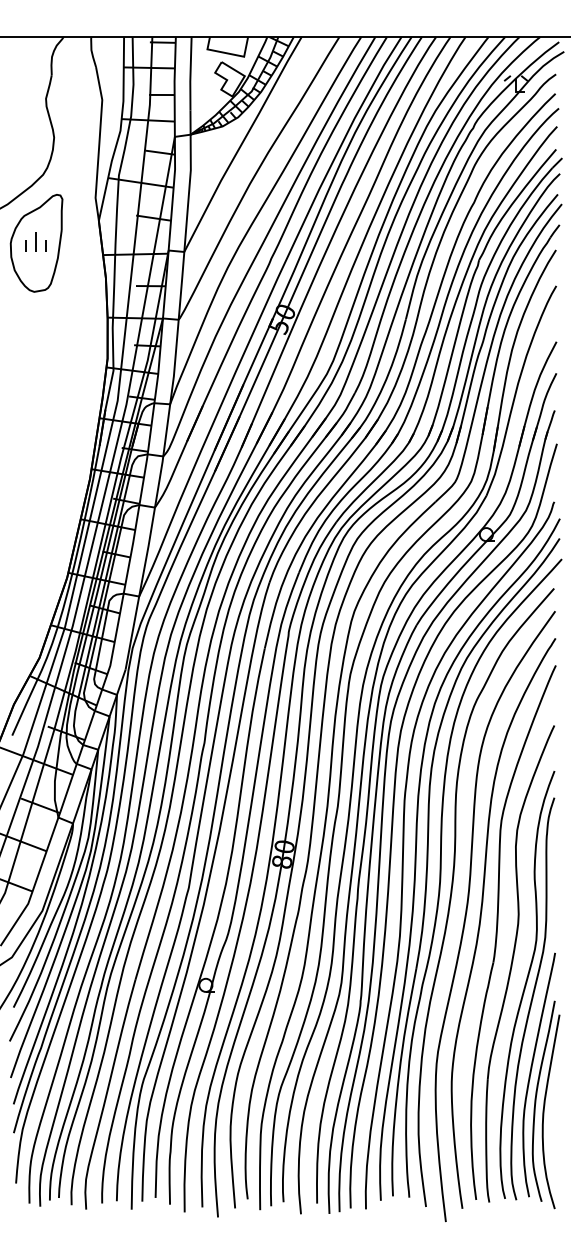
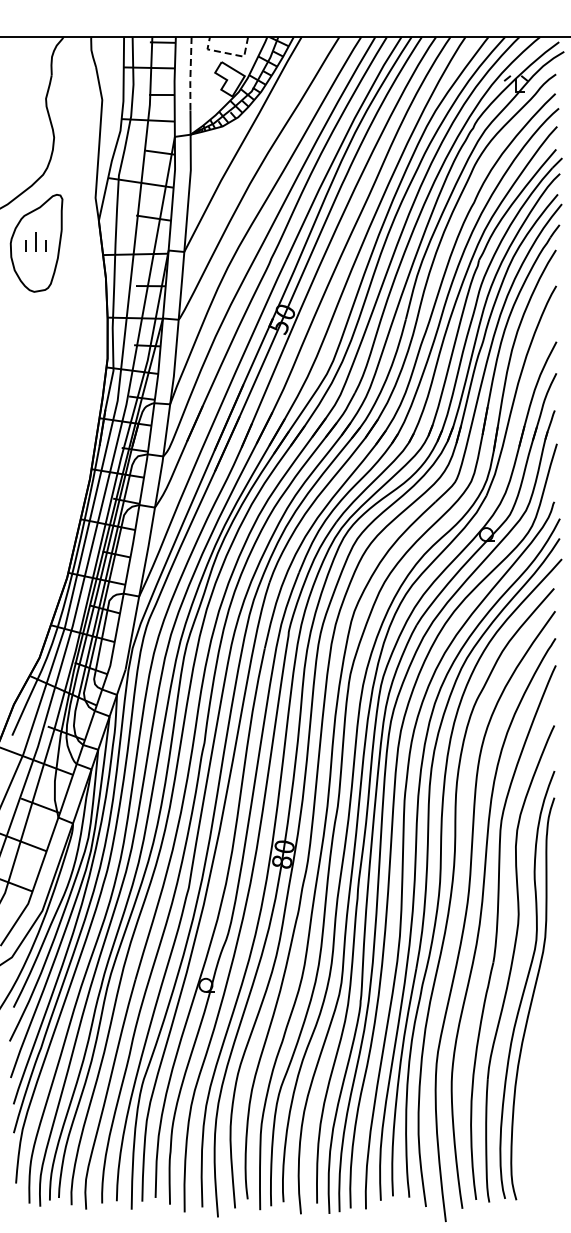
line at (229, 53): solid -> dashed
line at (190, 74): solid -> dashed
part at (541, 1080): present -> none
